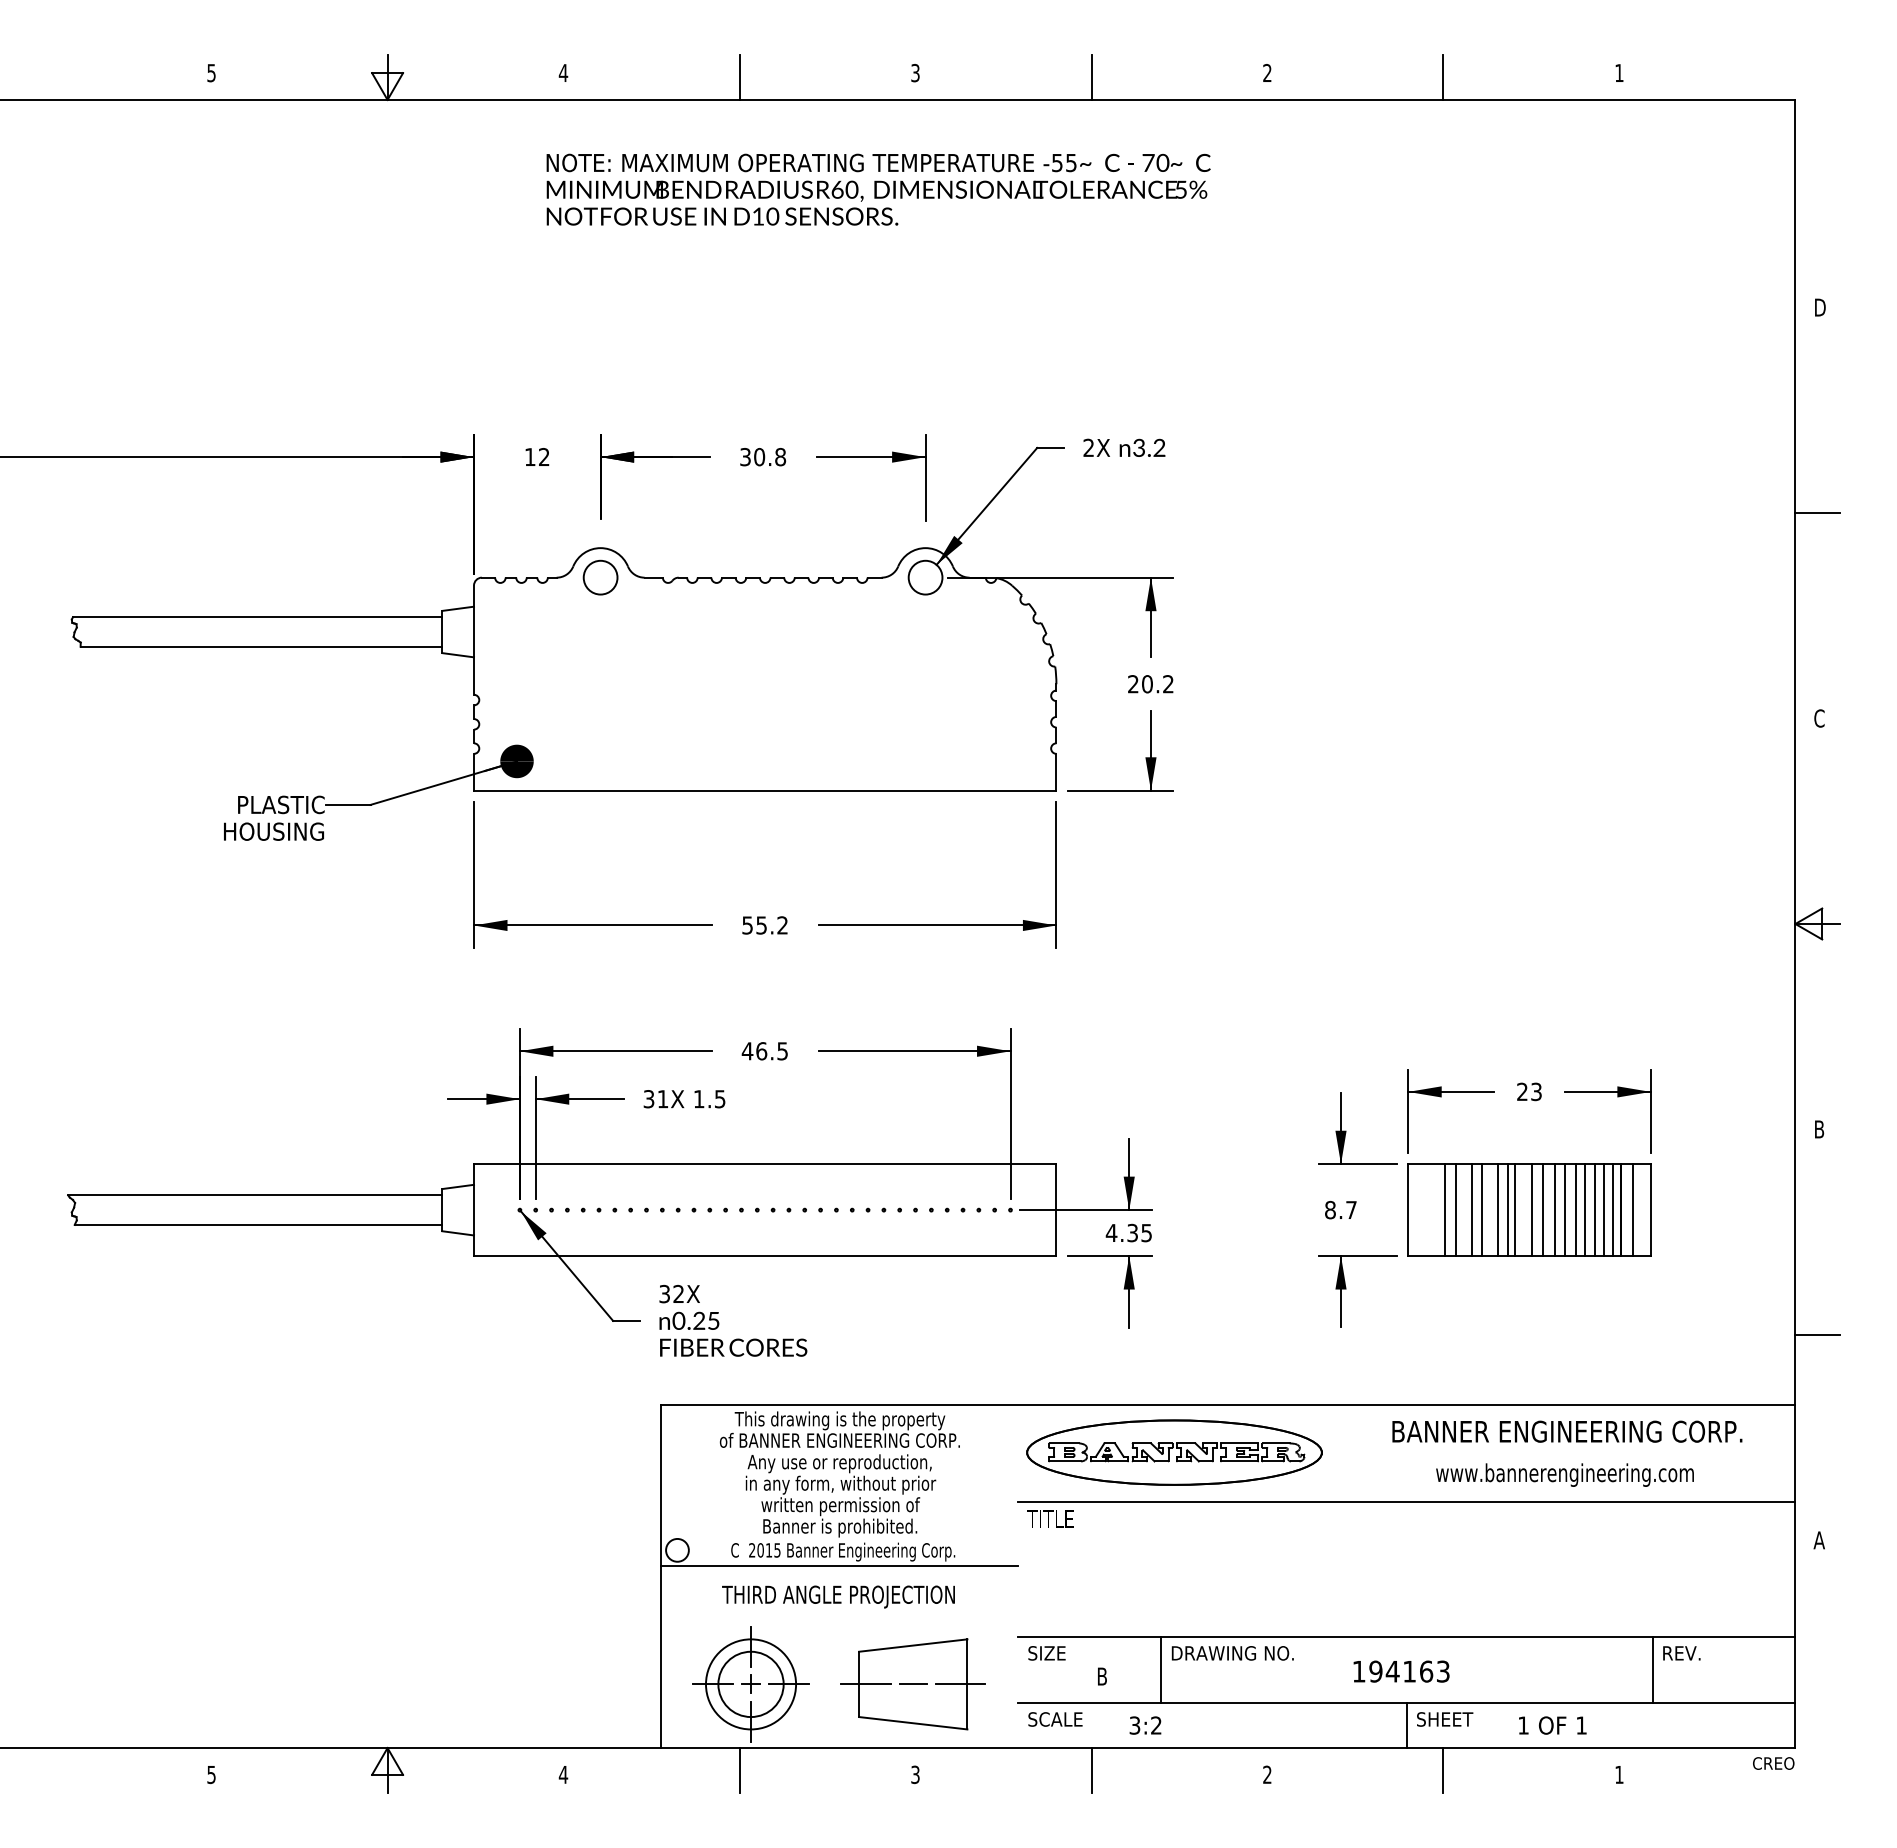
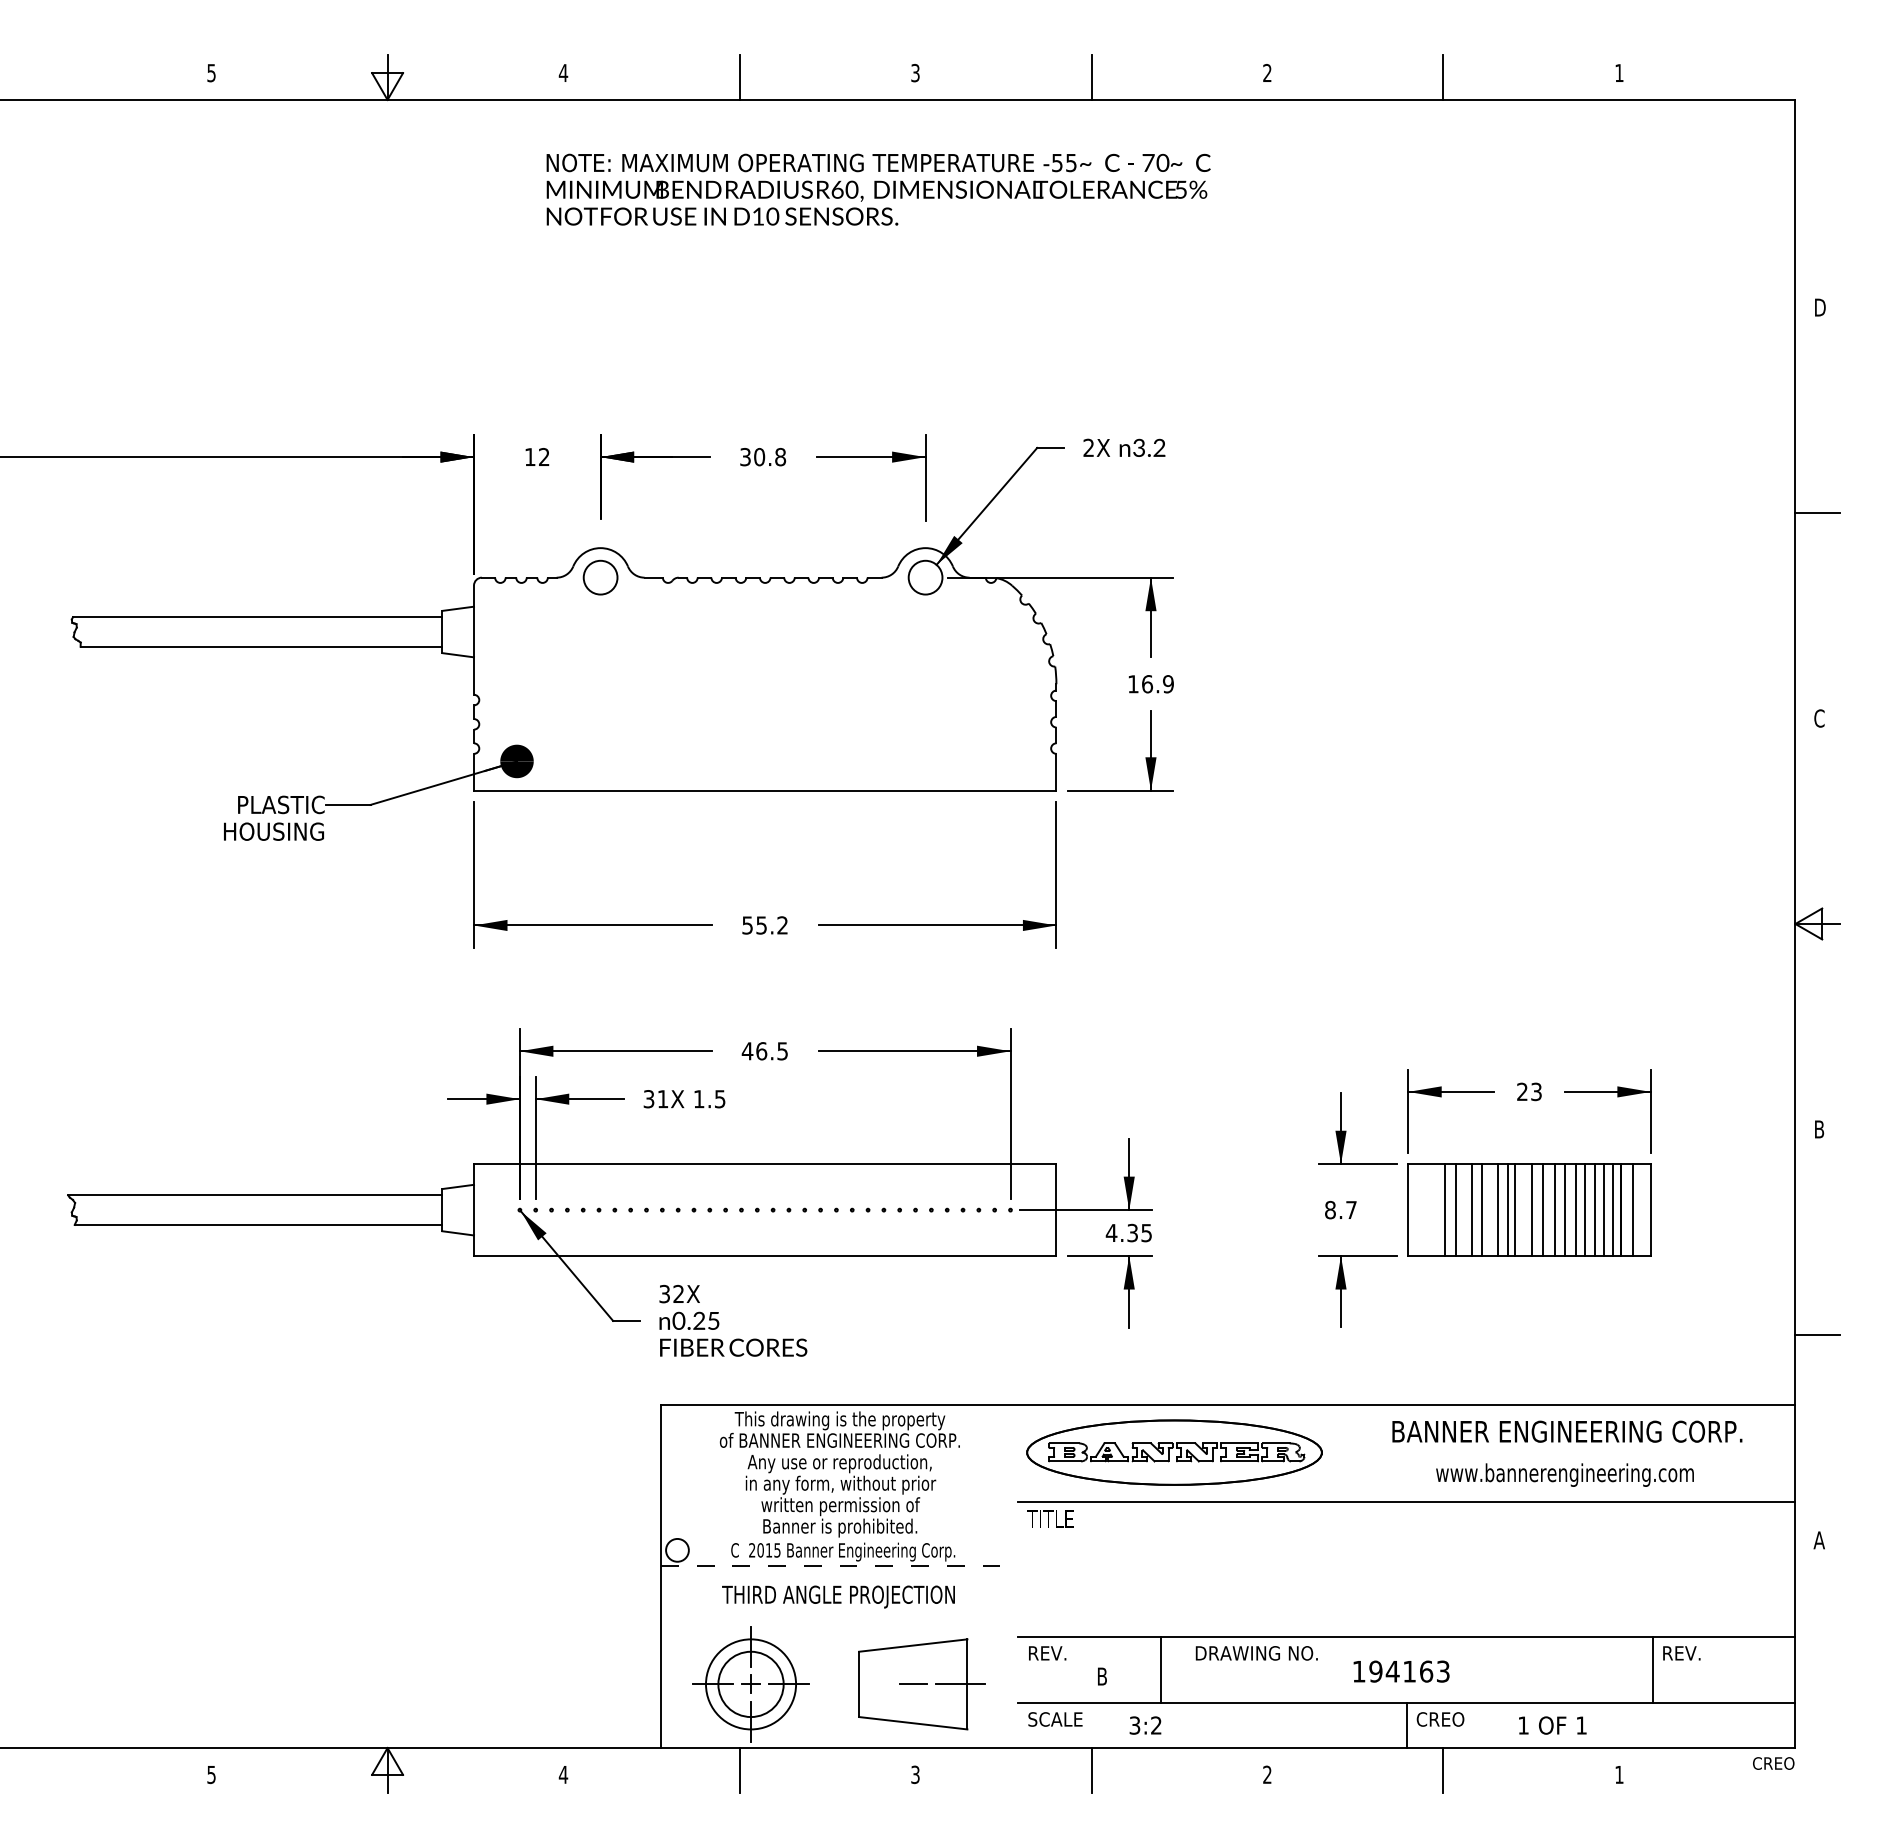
text at (1150, 684): 20.2 -> 16.9
line at (839, 1565): solid -> dashed
text at (1047, 1653): SIZE -> REV.
text at (1232, 1653) position: (1232, 1653) -> (1256, 1653)
line at (865, 1684): present -> none
text at (1444, 1719): SHEET -> CREO
